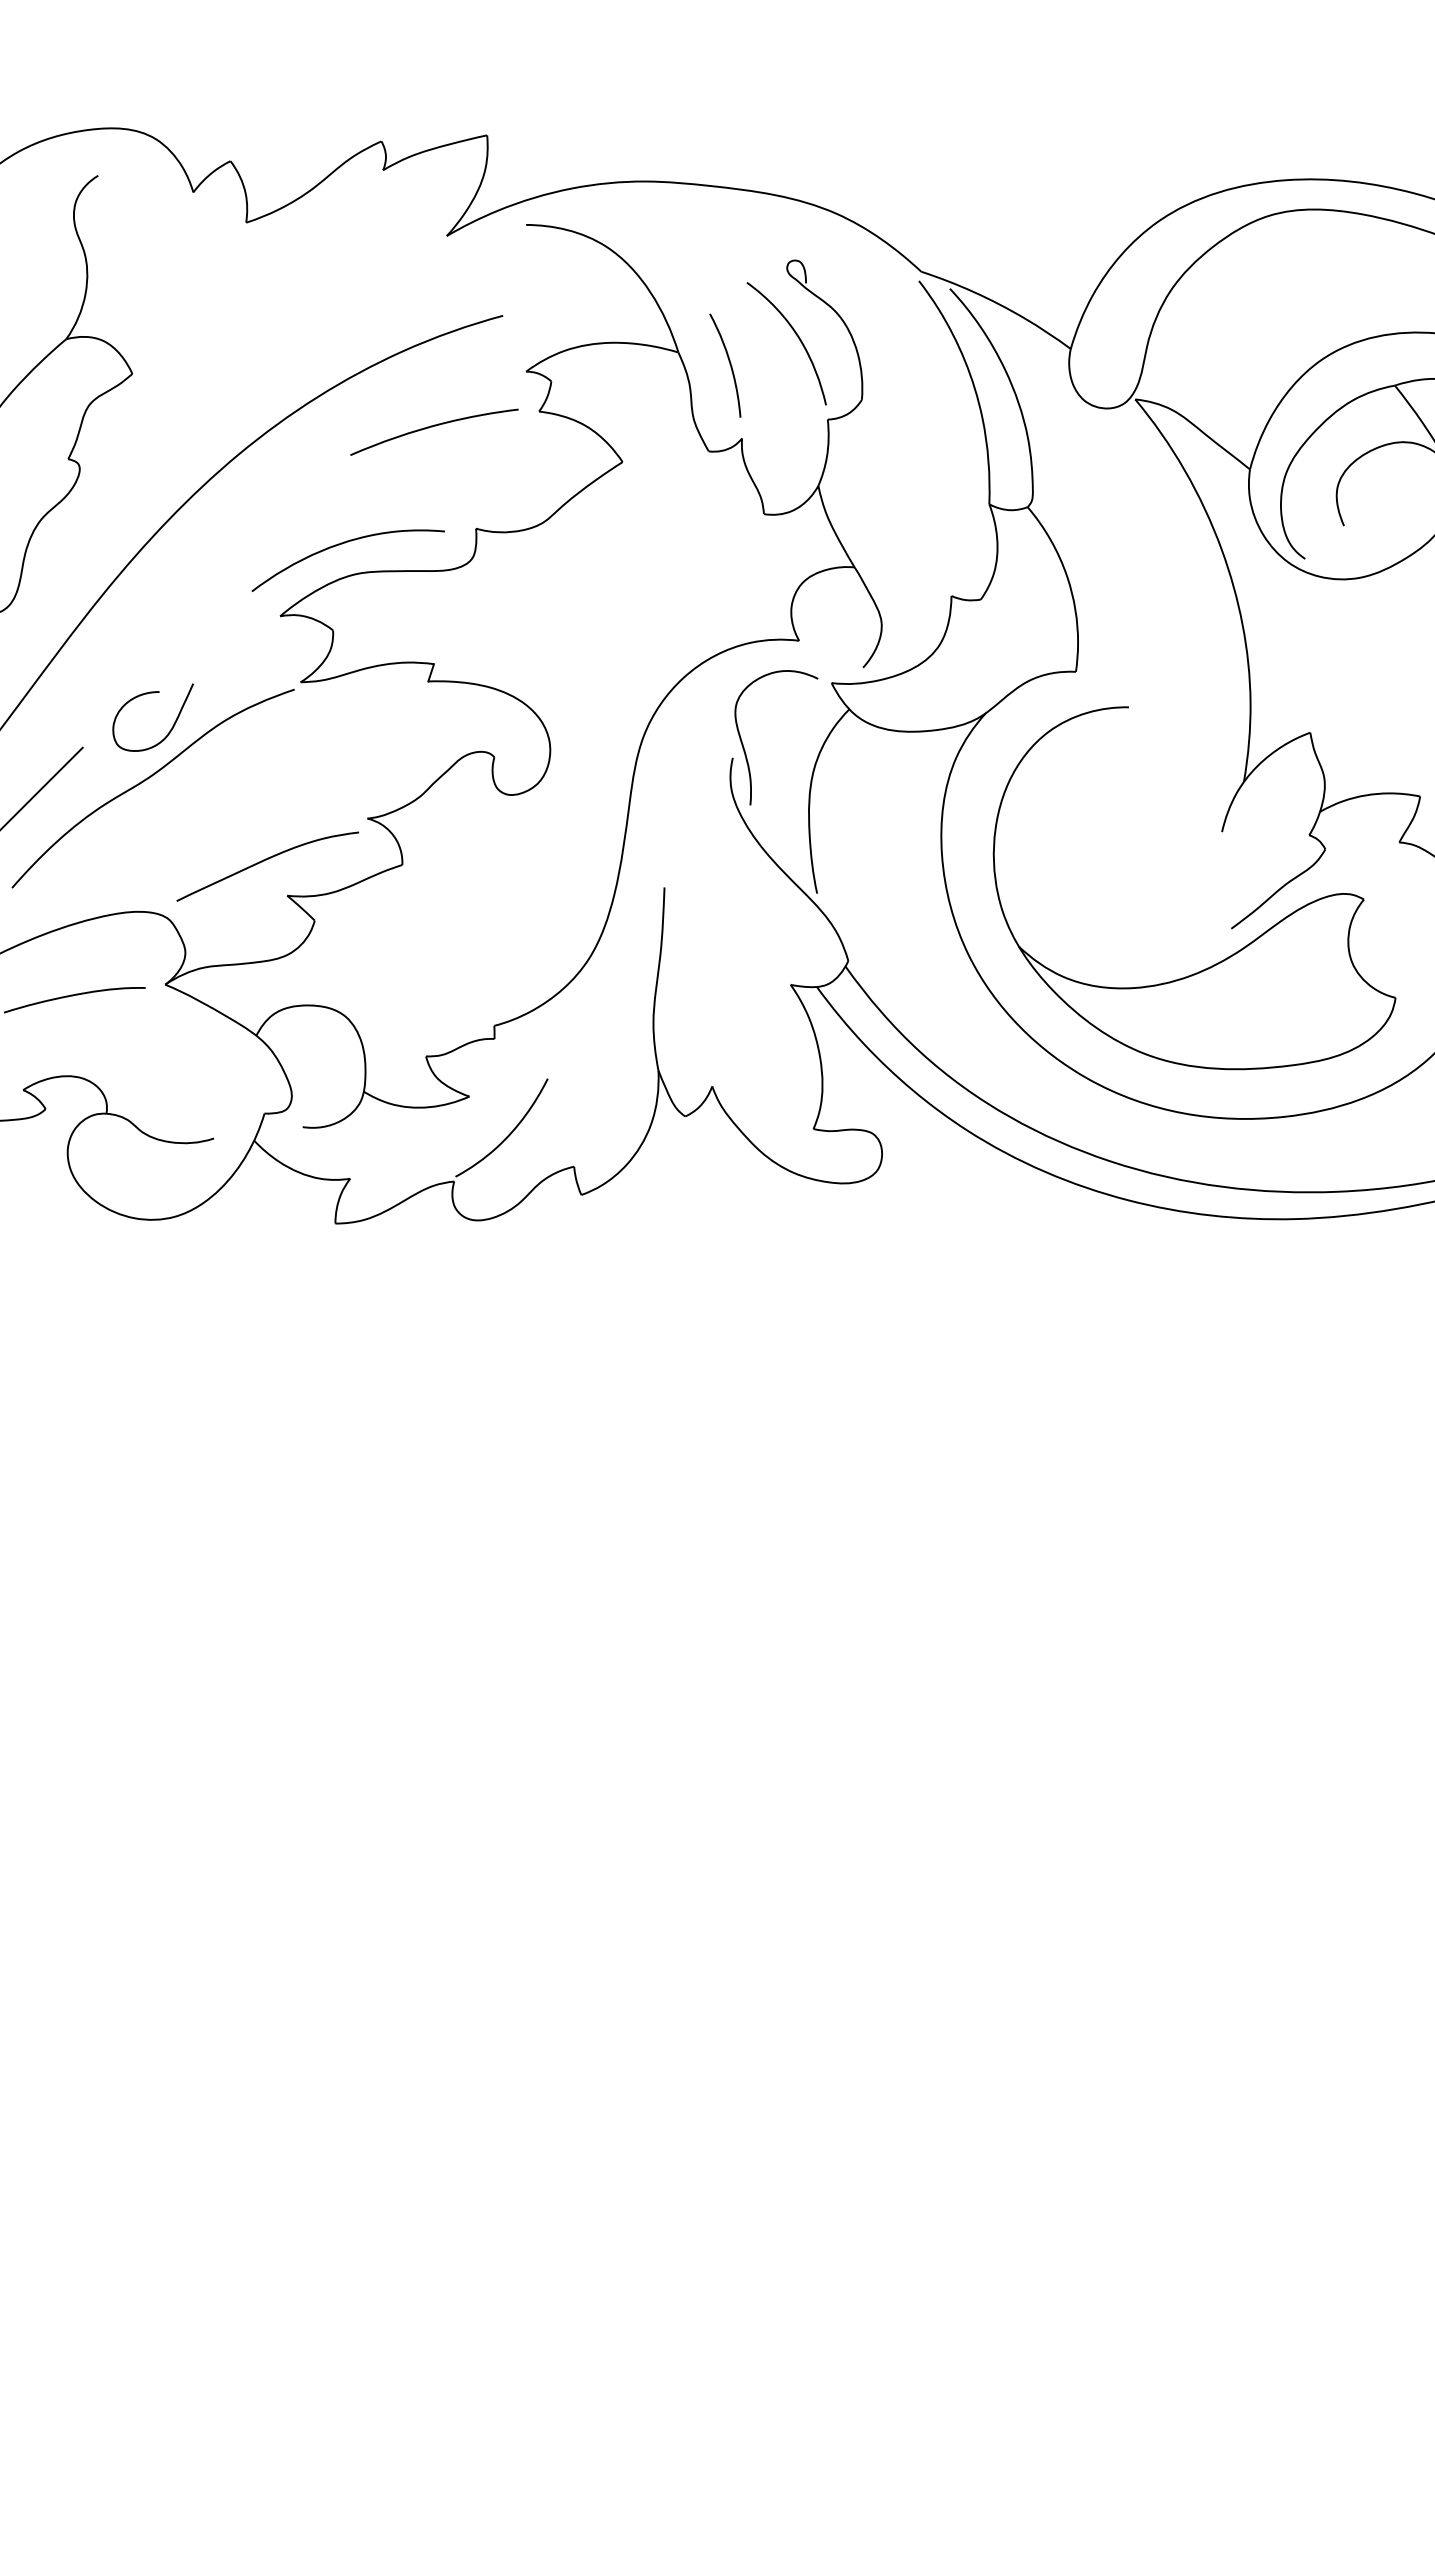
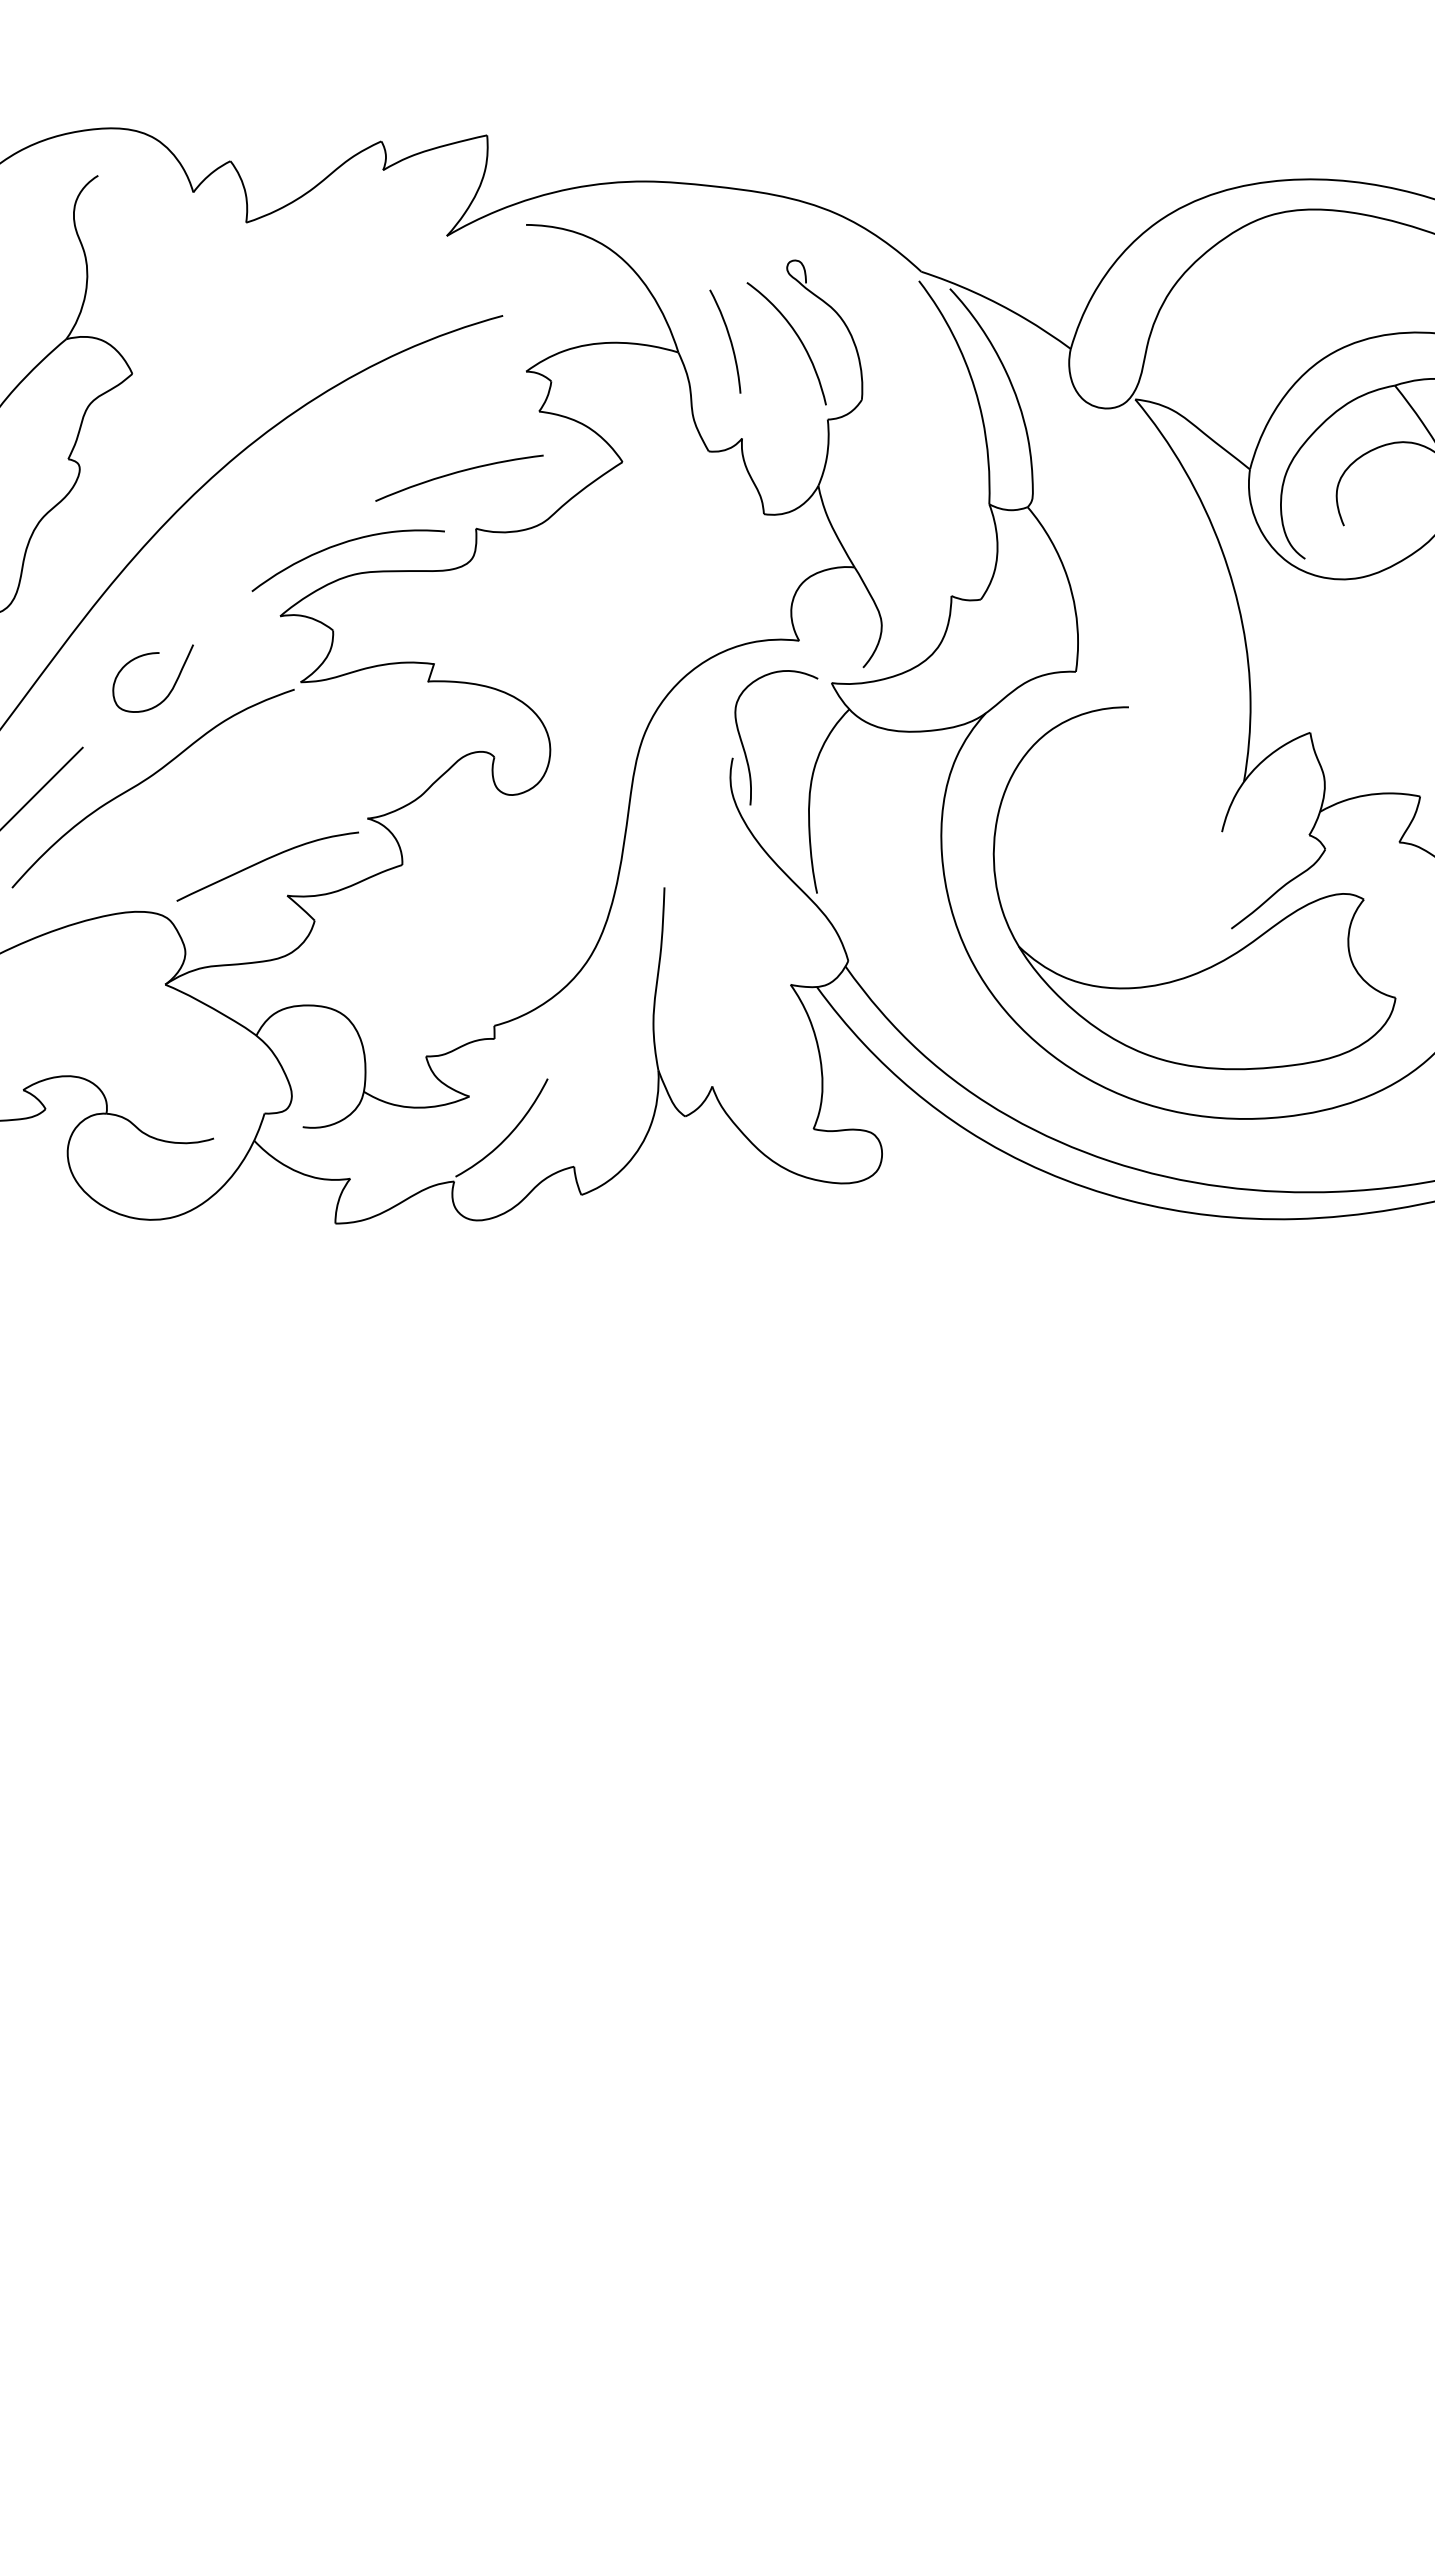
curve at (729, 364) position: (729, 364) -> (729, 340)
curve at (432, 427) position: (432, 427) -> (457, 473)
curve at (169, 730) position: (169, 730) -> (169, 691)
curve at (73, 996): present -> none
